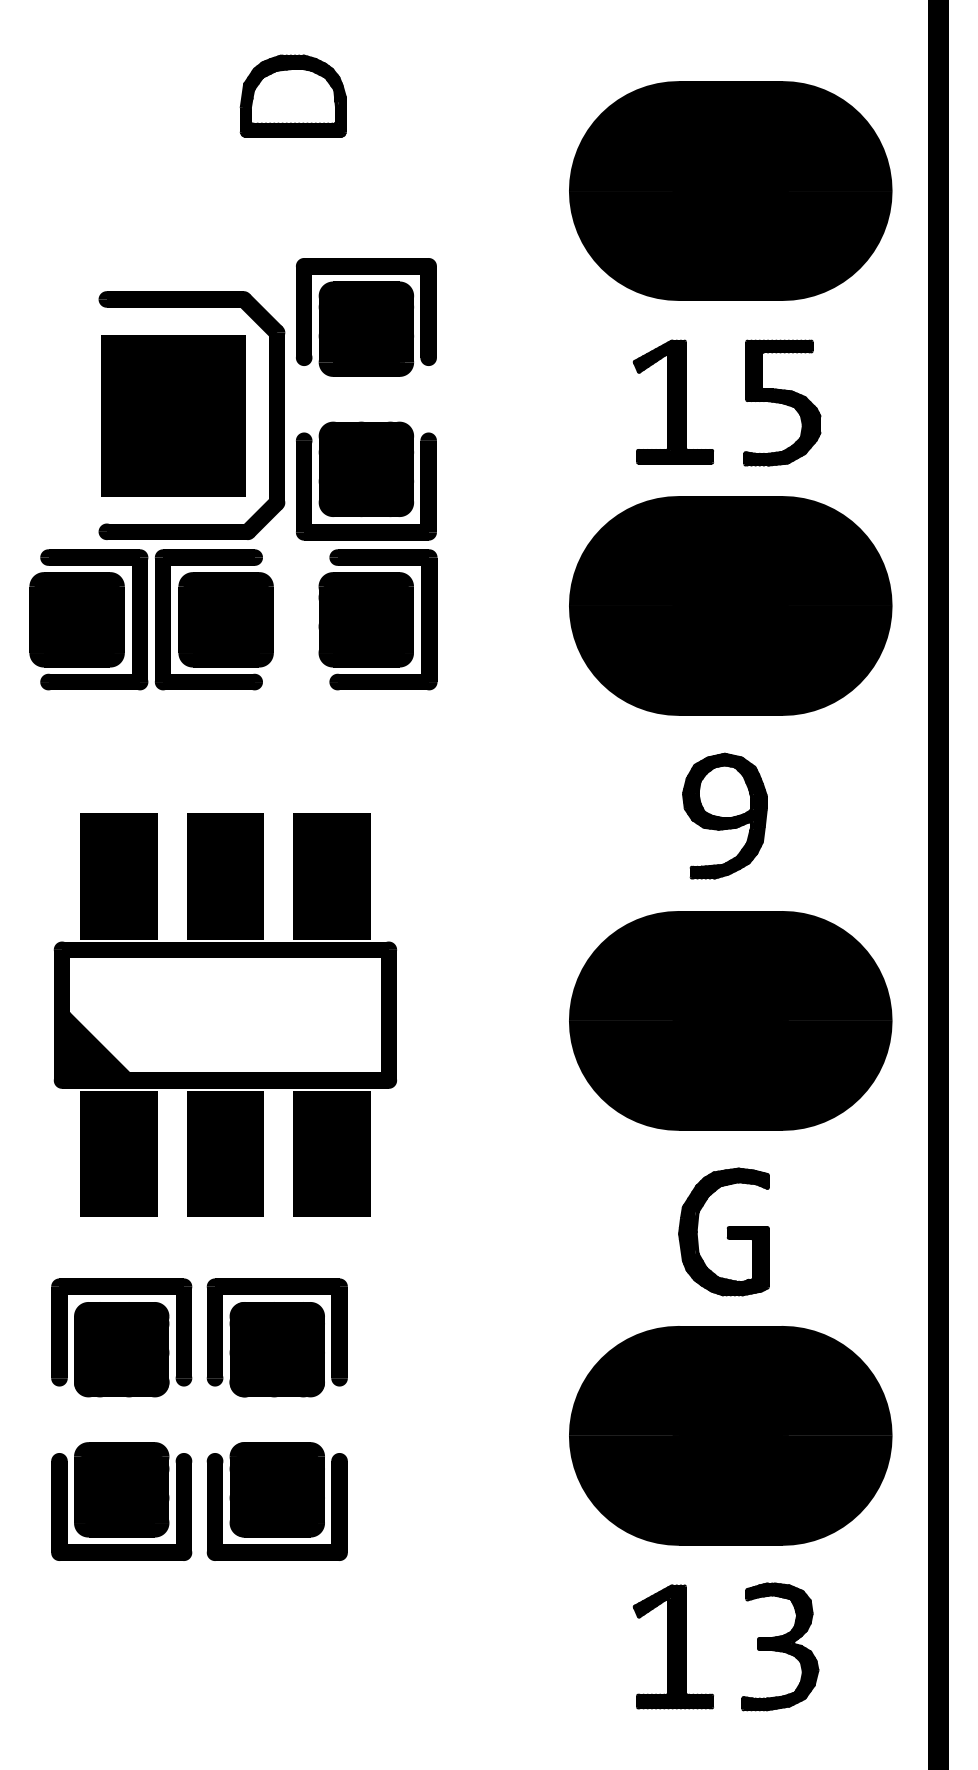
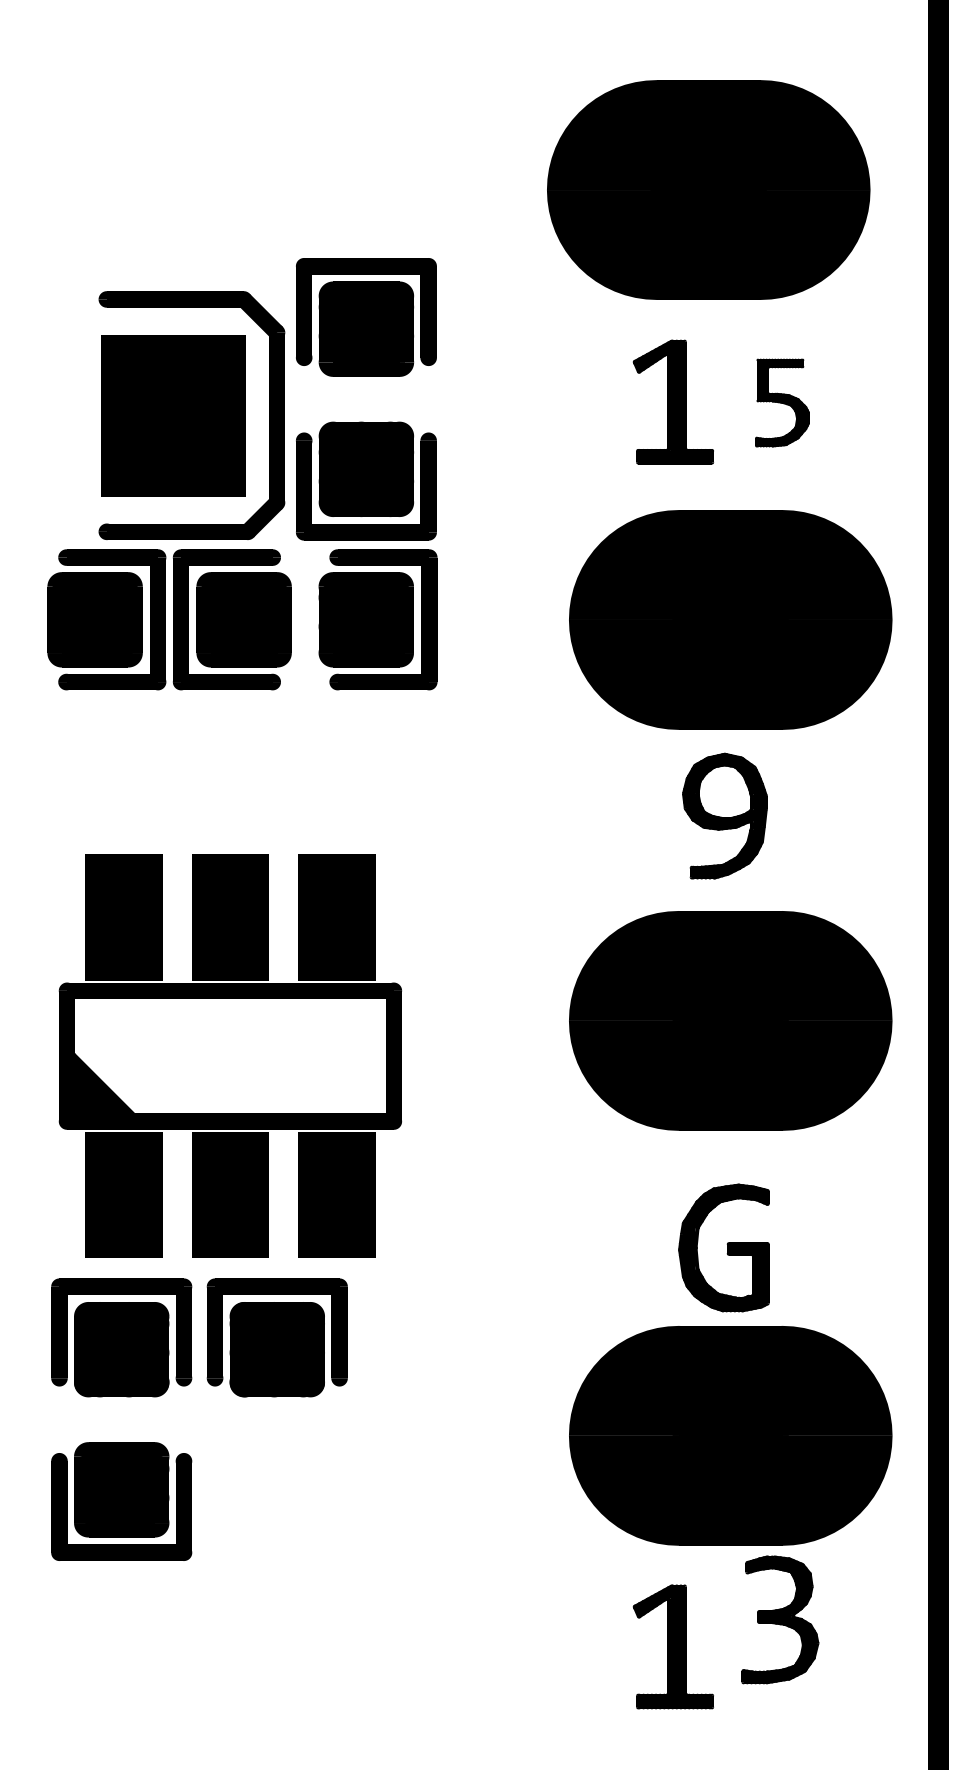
part at (292, 95): present -> none
part at (730, 190) position: (730, 190) -> (708, 189)
part at (782, 402) size: 79x128 px -> 55x90 px
part at (730, 605) position: (730, 605) -> (730, 619)
part at (151, 619) position: (151, 619) -> (169, 619)
part at (225, 1014) position: (225, 1014) -> (230, 1055)
part at (723, 1231) position: (723, 1231) -> (723, 1247)
part at (276, 1501): present -> none
part at (780, 1646) position: (780, 1646) -> (780, 1619)
